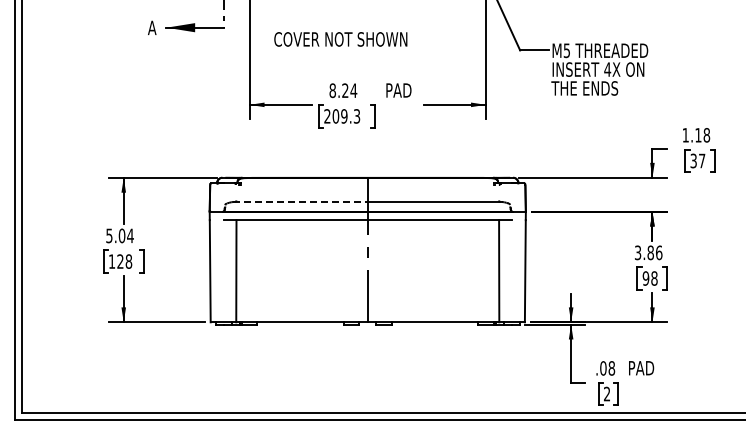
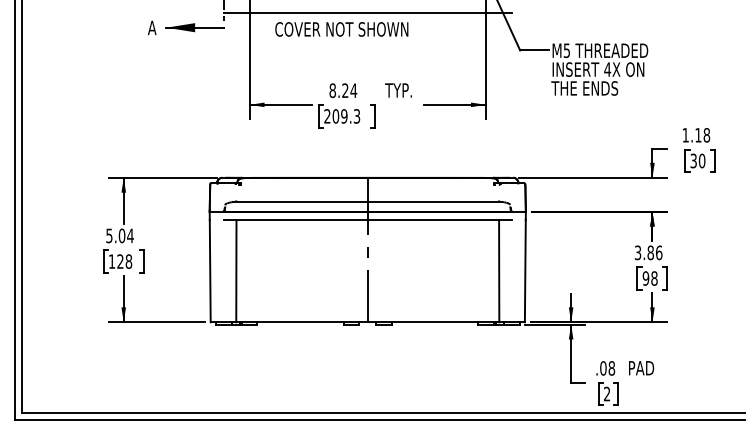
line at (367, 12): none -> present
text at (340, 39) position: (340, 39) -> (341, 29)
text at (398, 90): PAD -> TYP.
text at (701, 160): 37 -> 30
line at (301, 202): dashed -> solid
